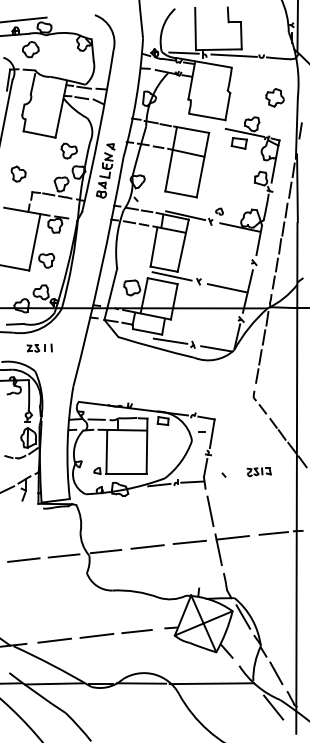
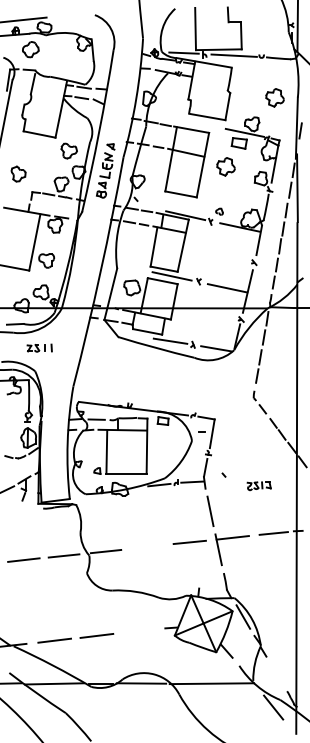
part at (225, 166): none -> present
part at (258, 472) position: (258, 472) -> (258, 486)
line at (147, 546): present -> none
line at (136, 631): present -> none
line at (276, 673): present -> none
